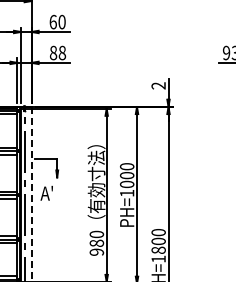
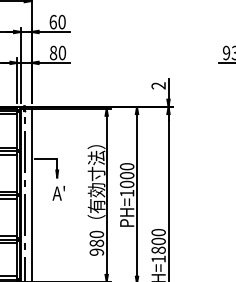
text at (62, 52): 88 -> 80
text at (46, 192) position: (46, 192) -> (58, 192)
line at (31, 194): dashed -> solid
